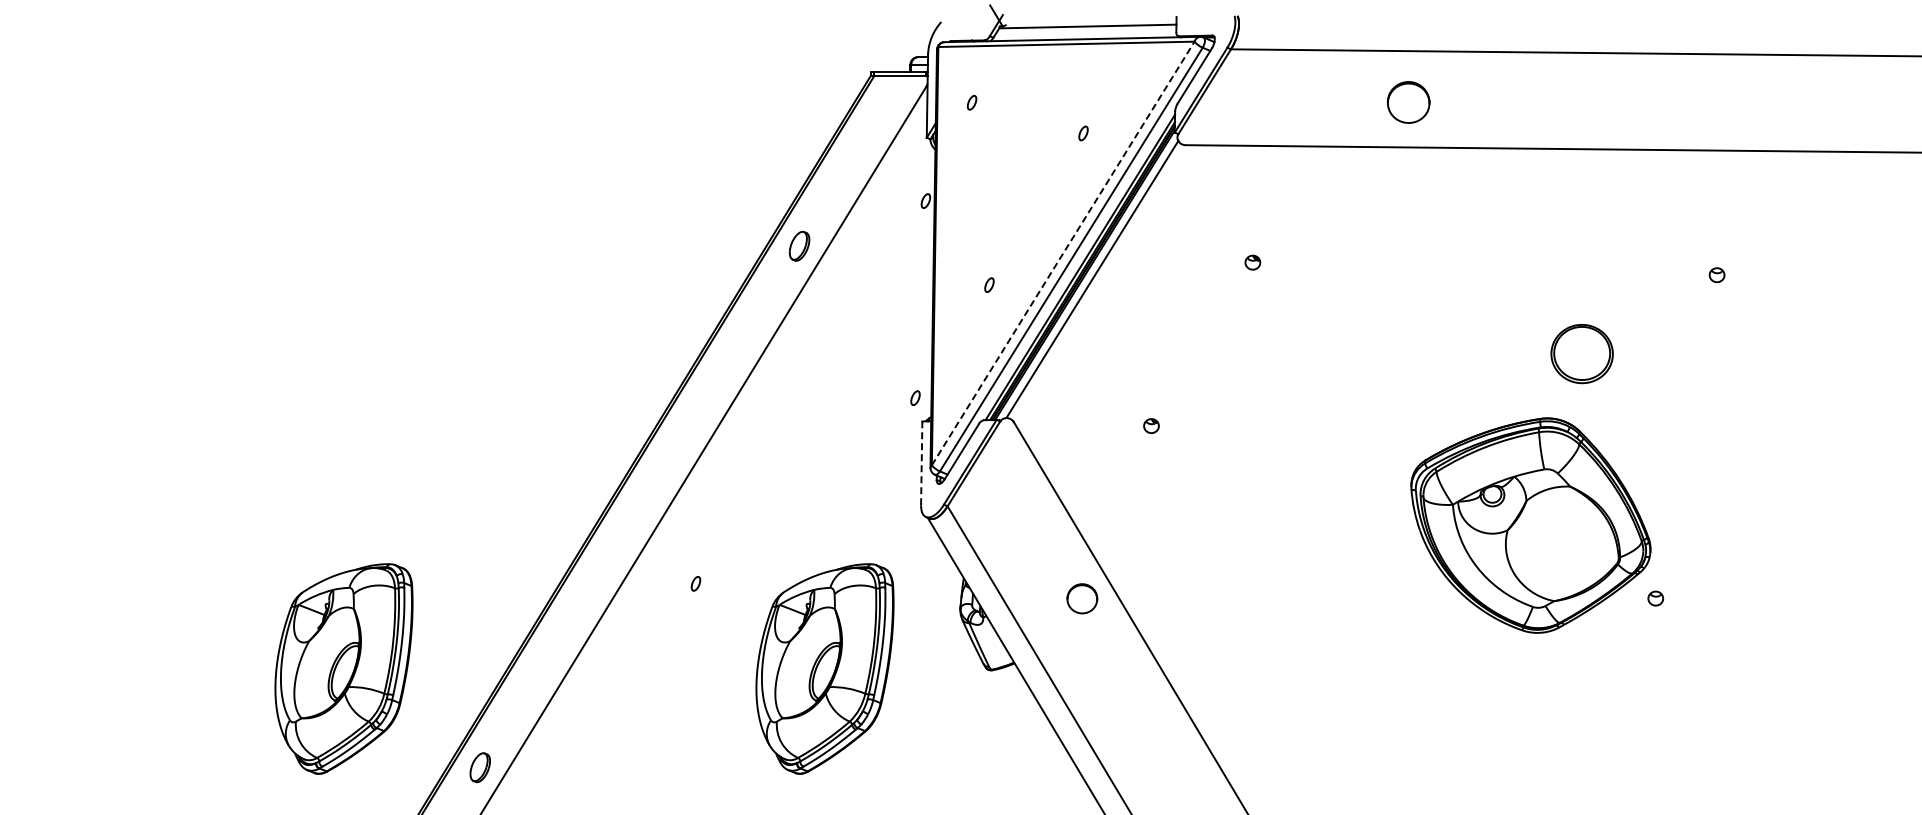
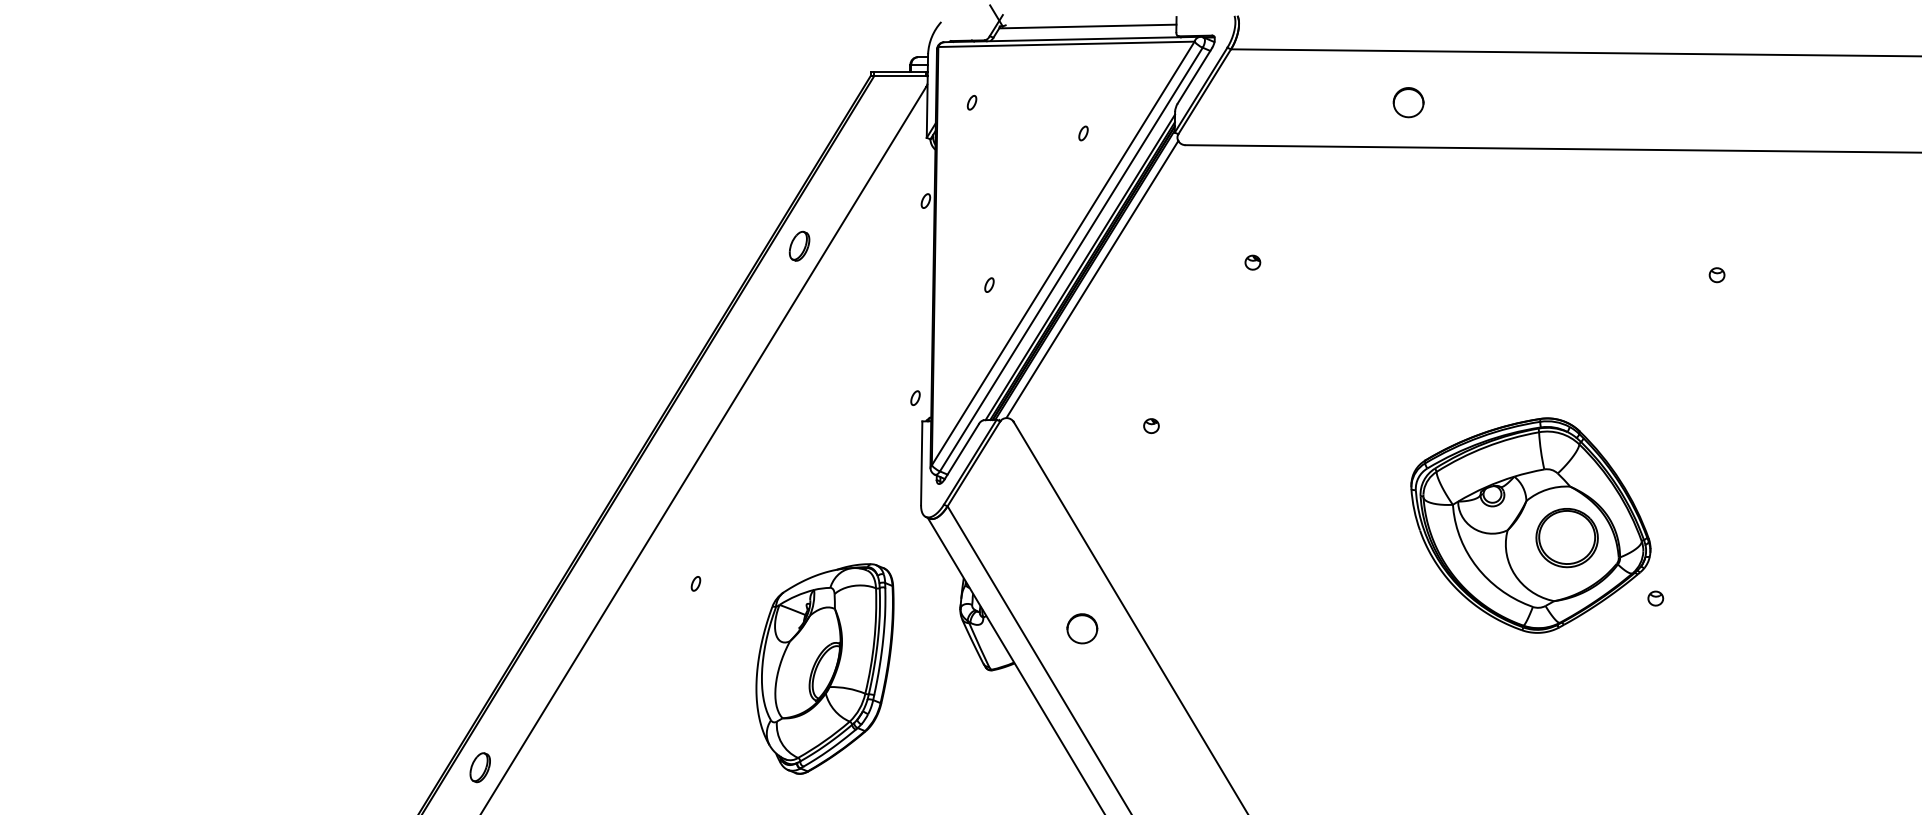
part at (1408, 102) size: 44x43 px -> 33x32 px
line at (1063, 253): dashed -> solid
part at (1581, 354) position: (1581, 354) -> (1566, 538)
line at (921, 463): dashed -> solid
part at (1082, 598) position: (1082, 598) -> (1082, 628)
part at (343, 668): present -> none
